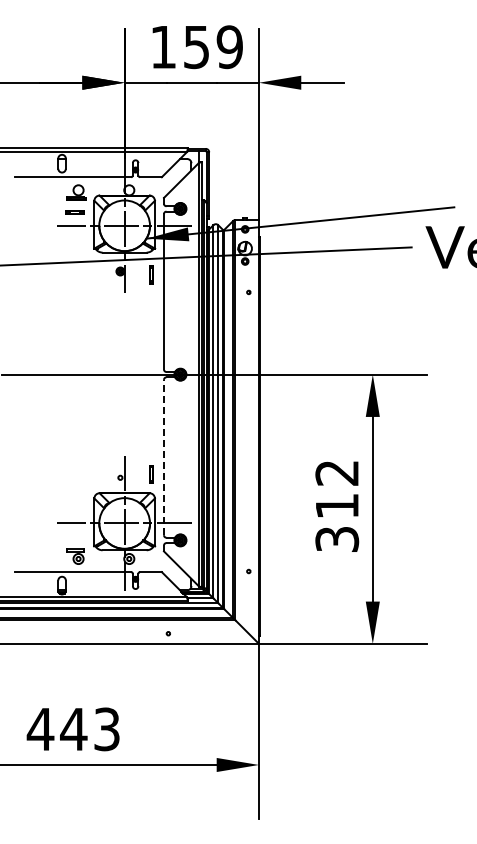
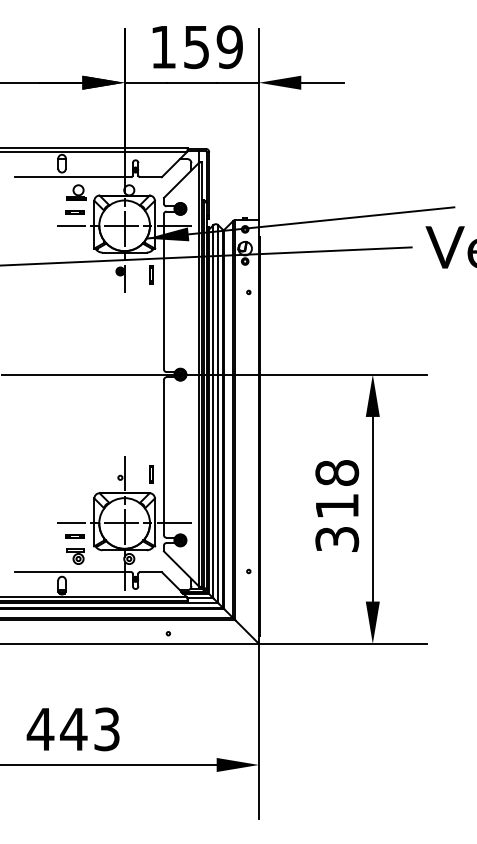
line at (163, 457): dashed -> solid
text at (337, 472): 312 -> 318
line at (74, 535): none -> present
